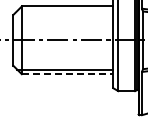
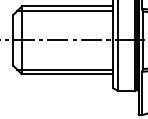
line at (65, 11): none -> present
line at (67, 74): dashed -> solid
